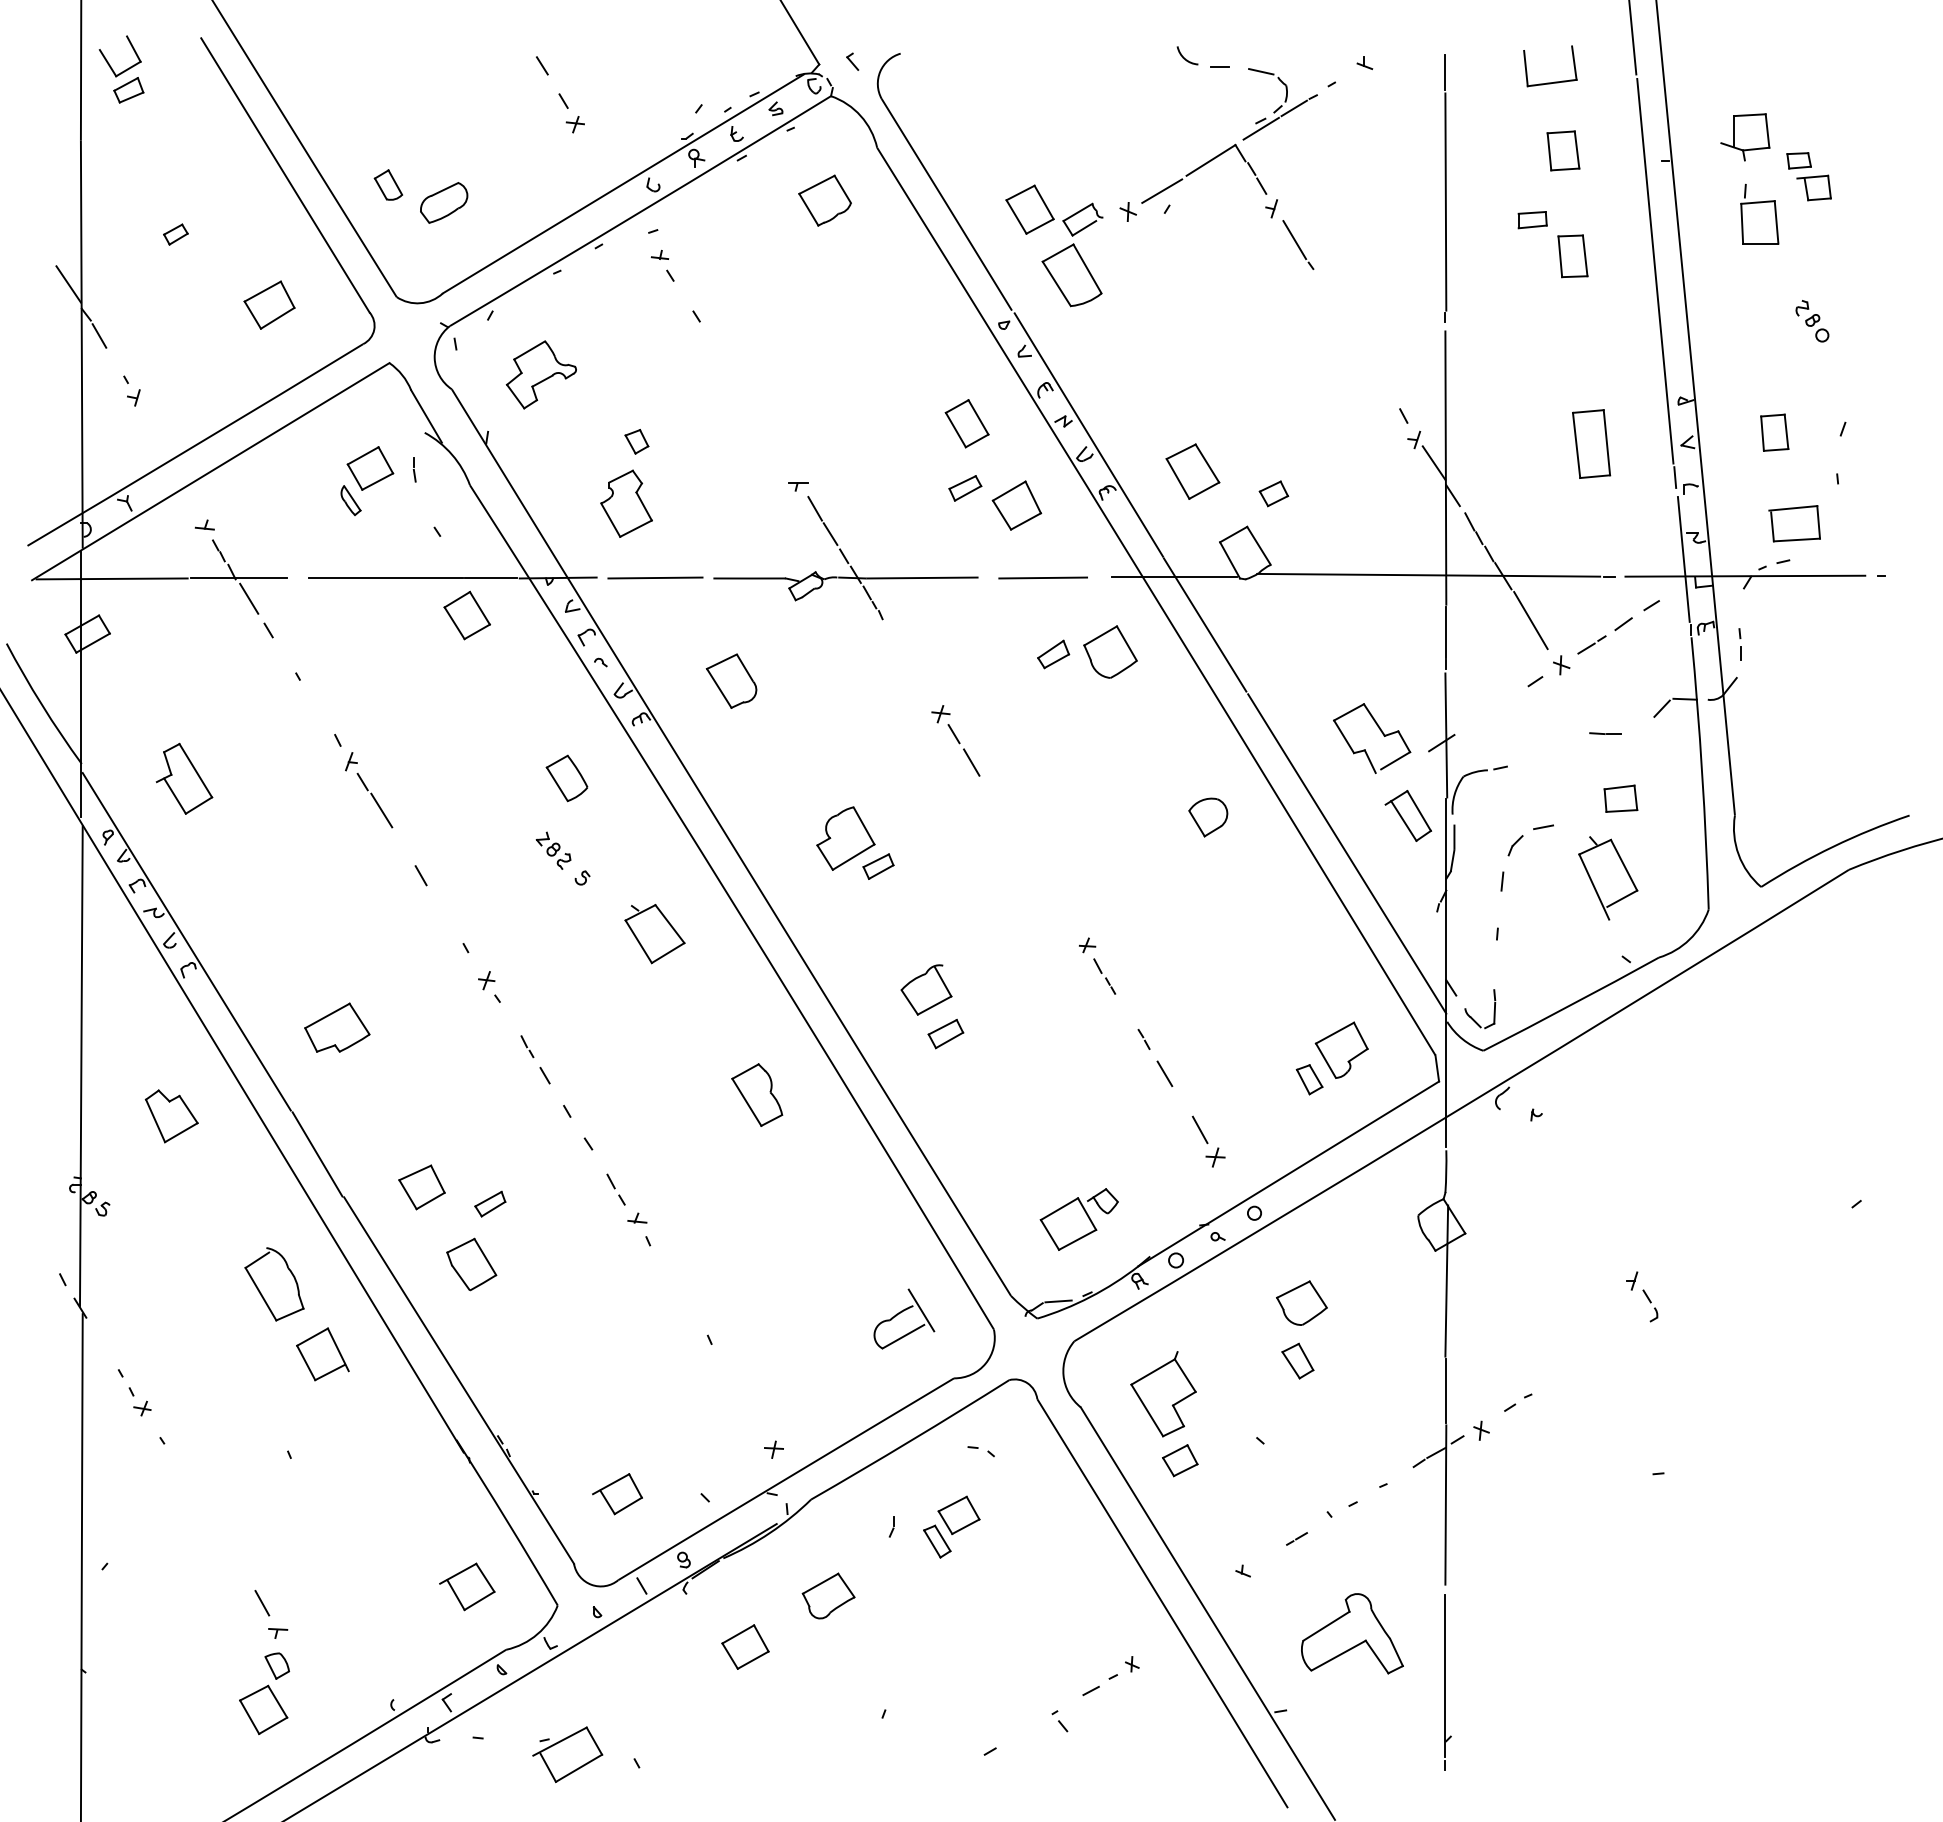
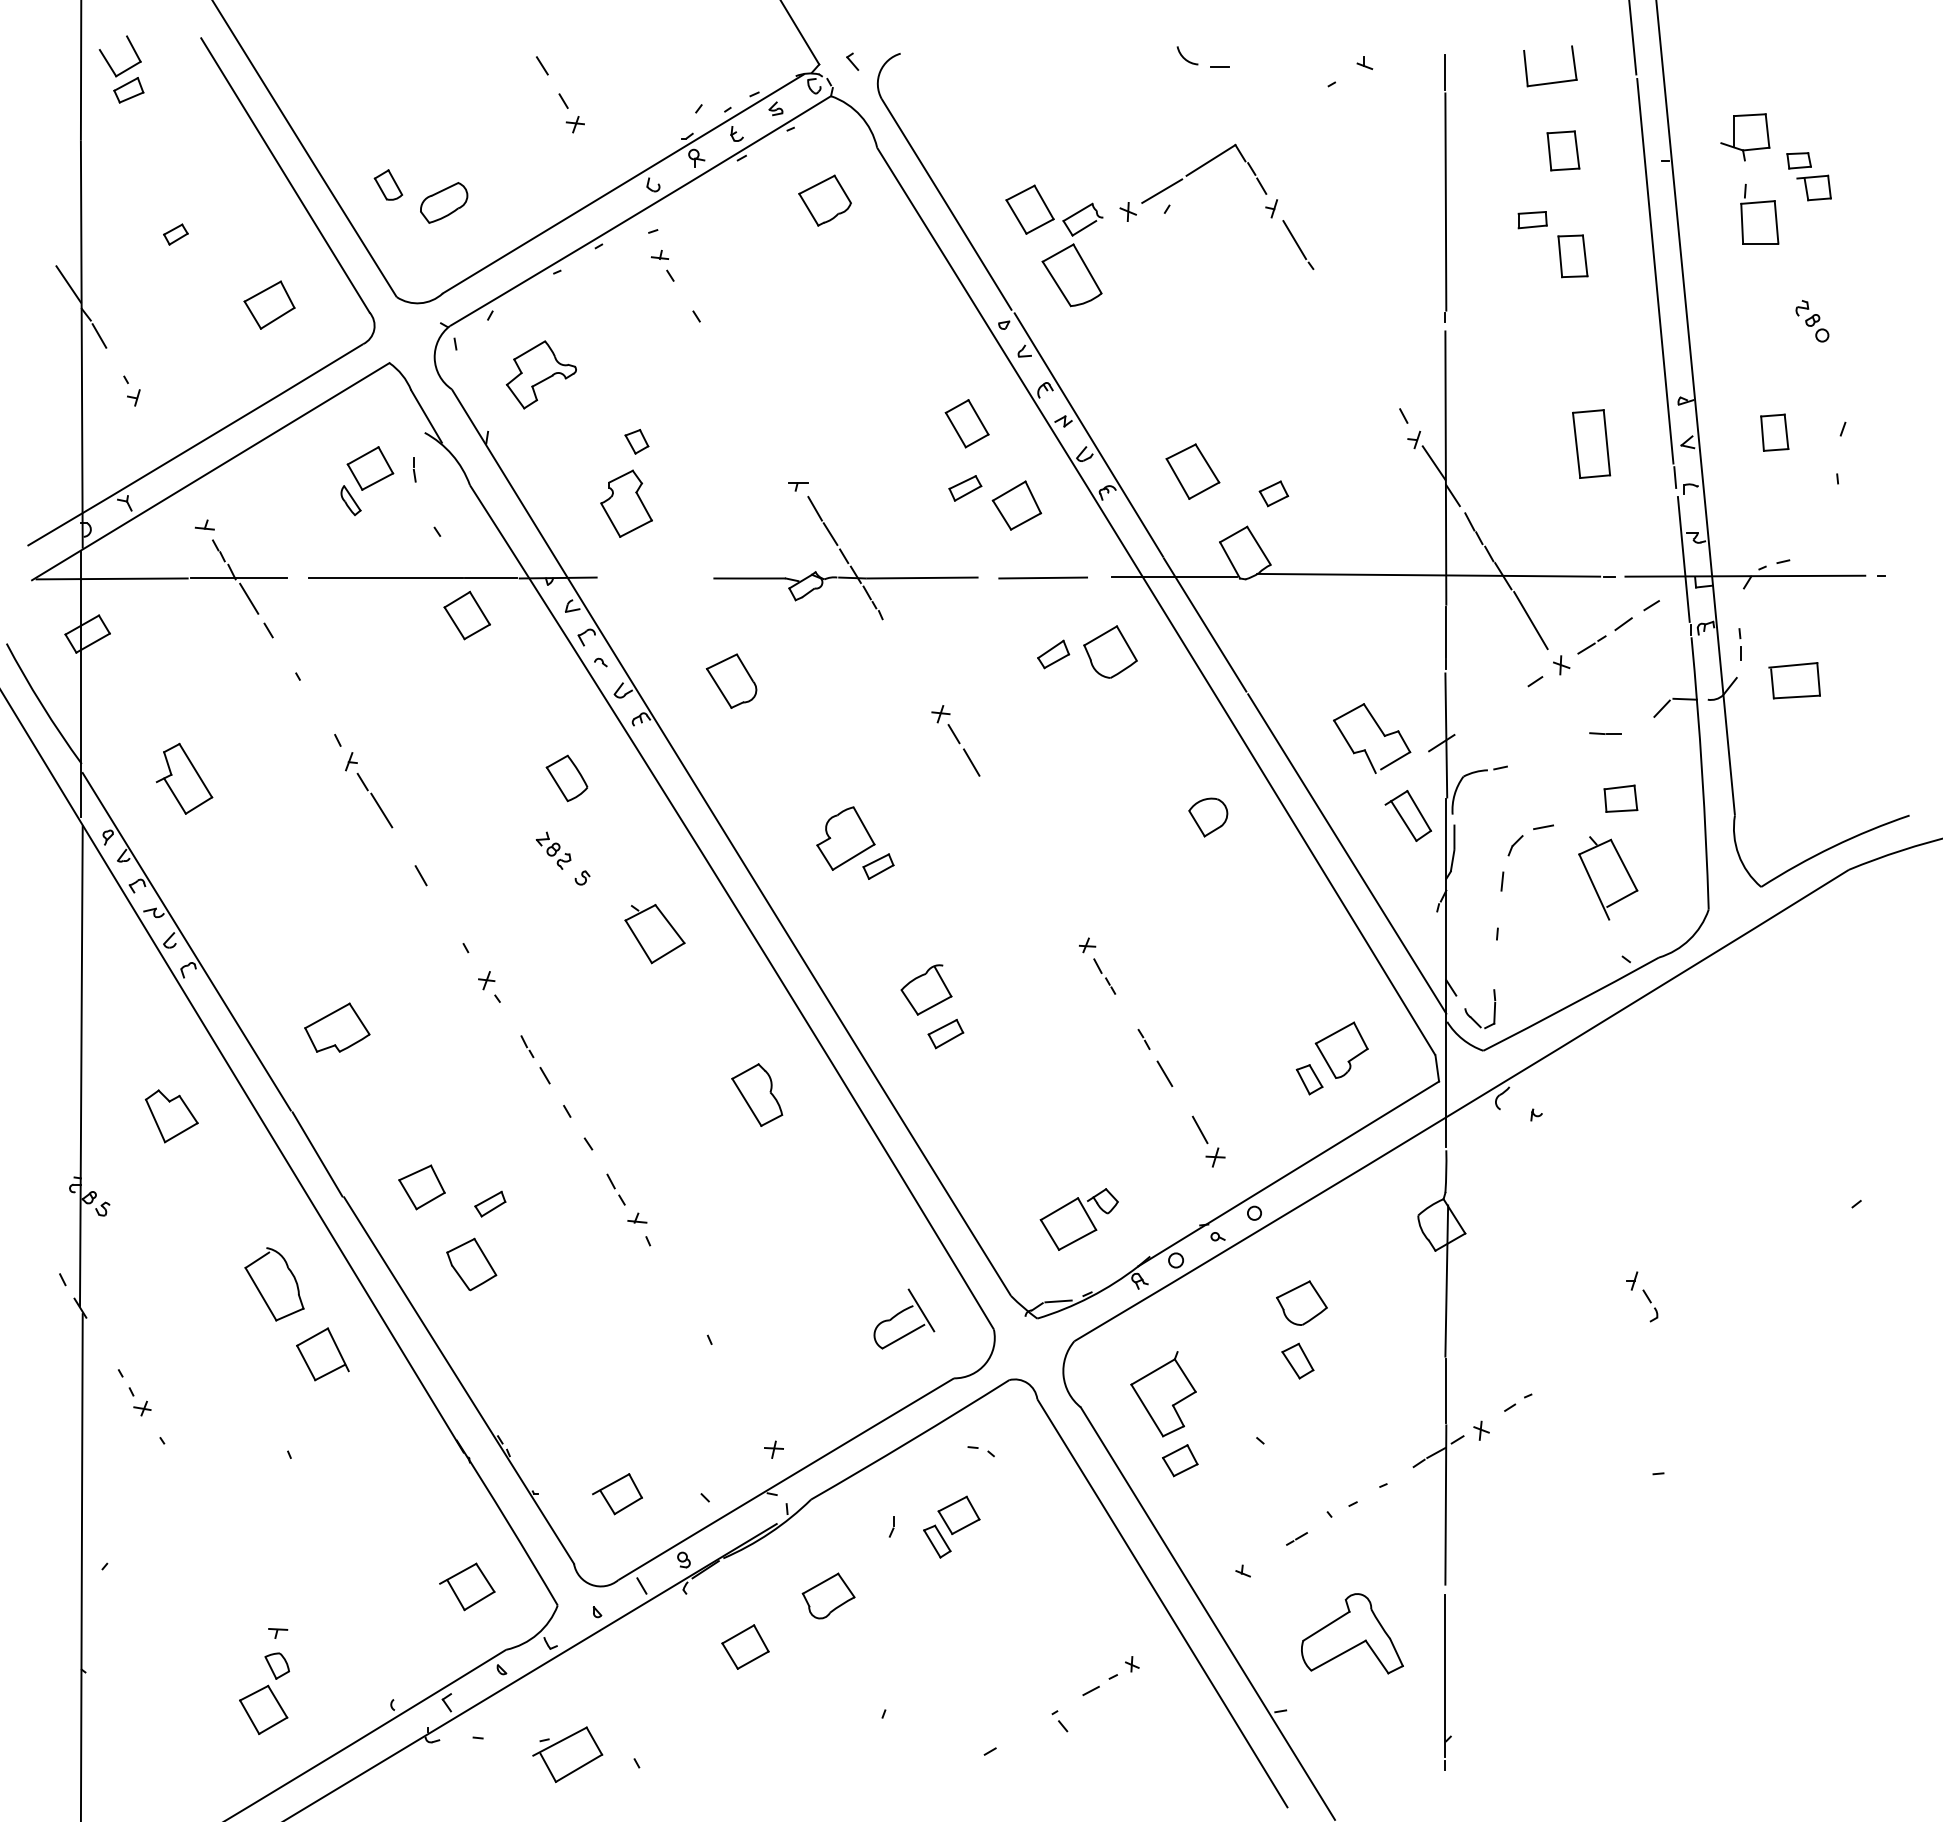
part at (1279, 104): present -> none
part at (1794, 523) position: (1794, 523) -> (1794, 680)
line at (655, 577): present -> none
line at (262, 1602): present -> none
